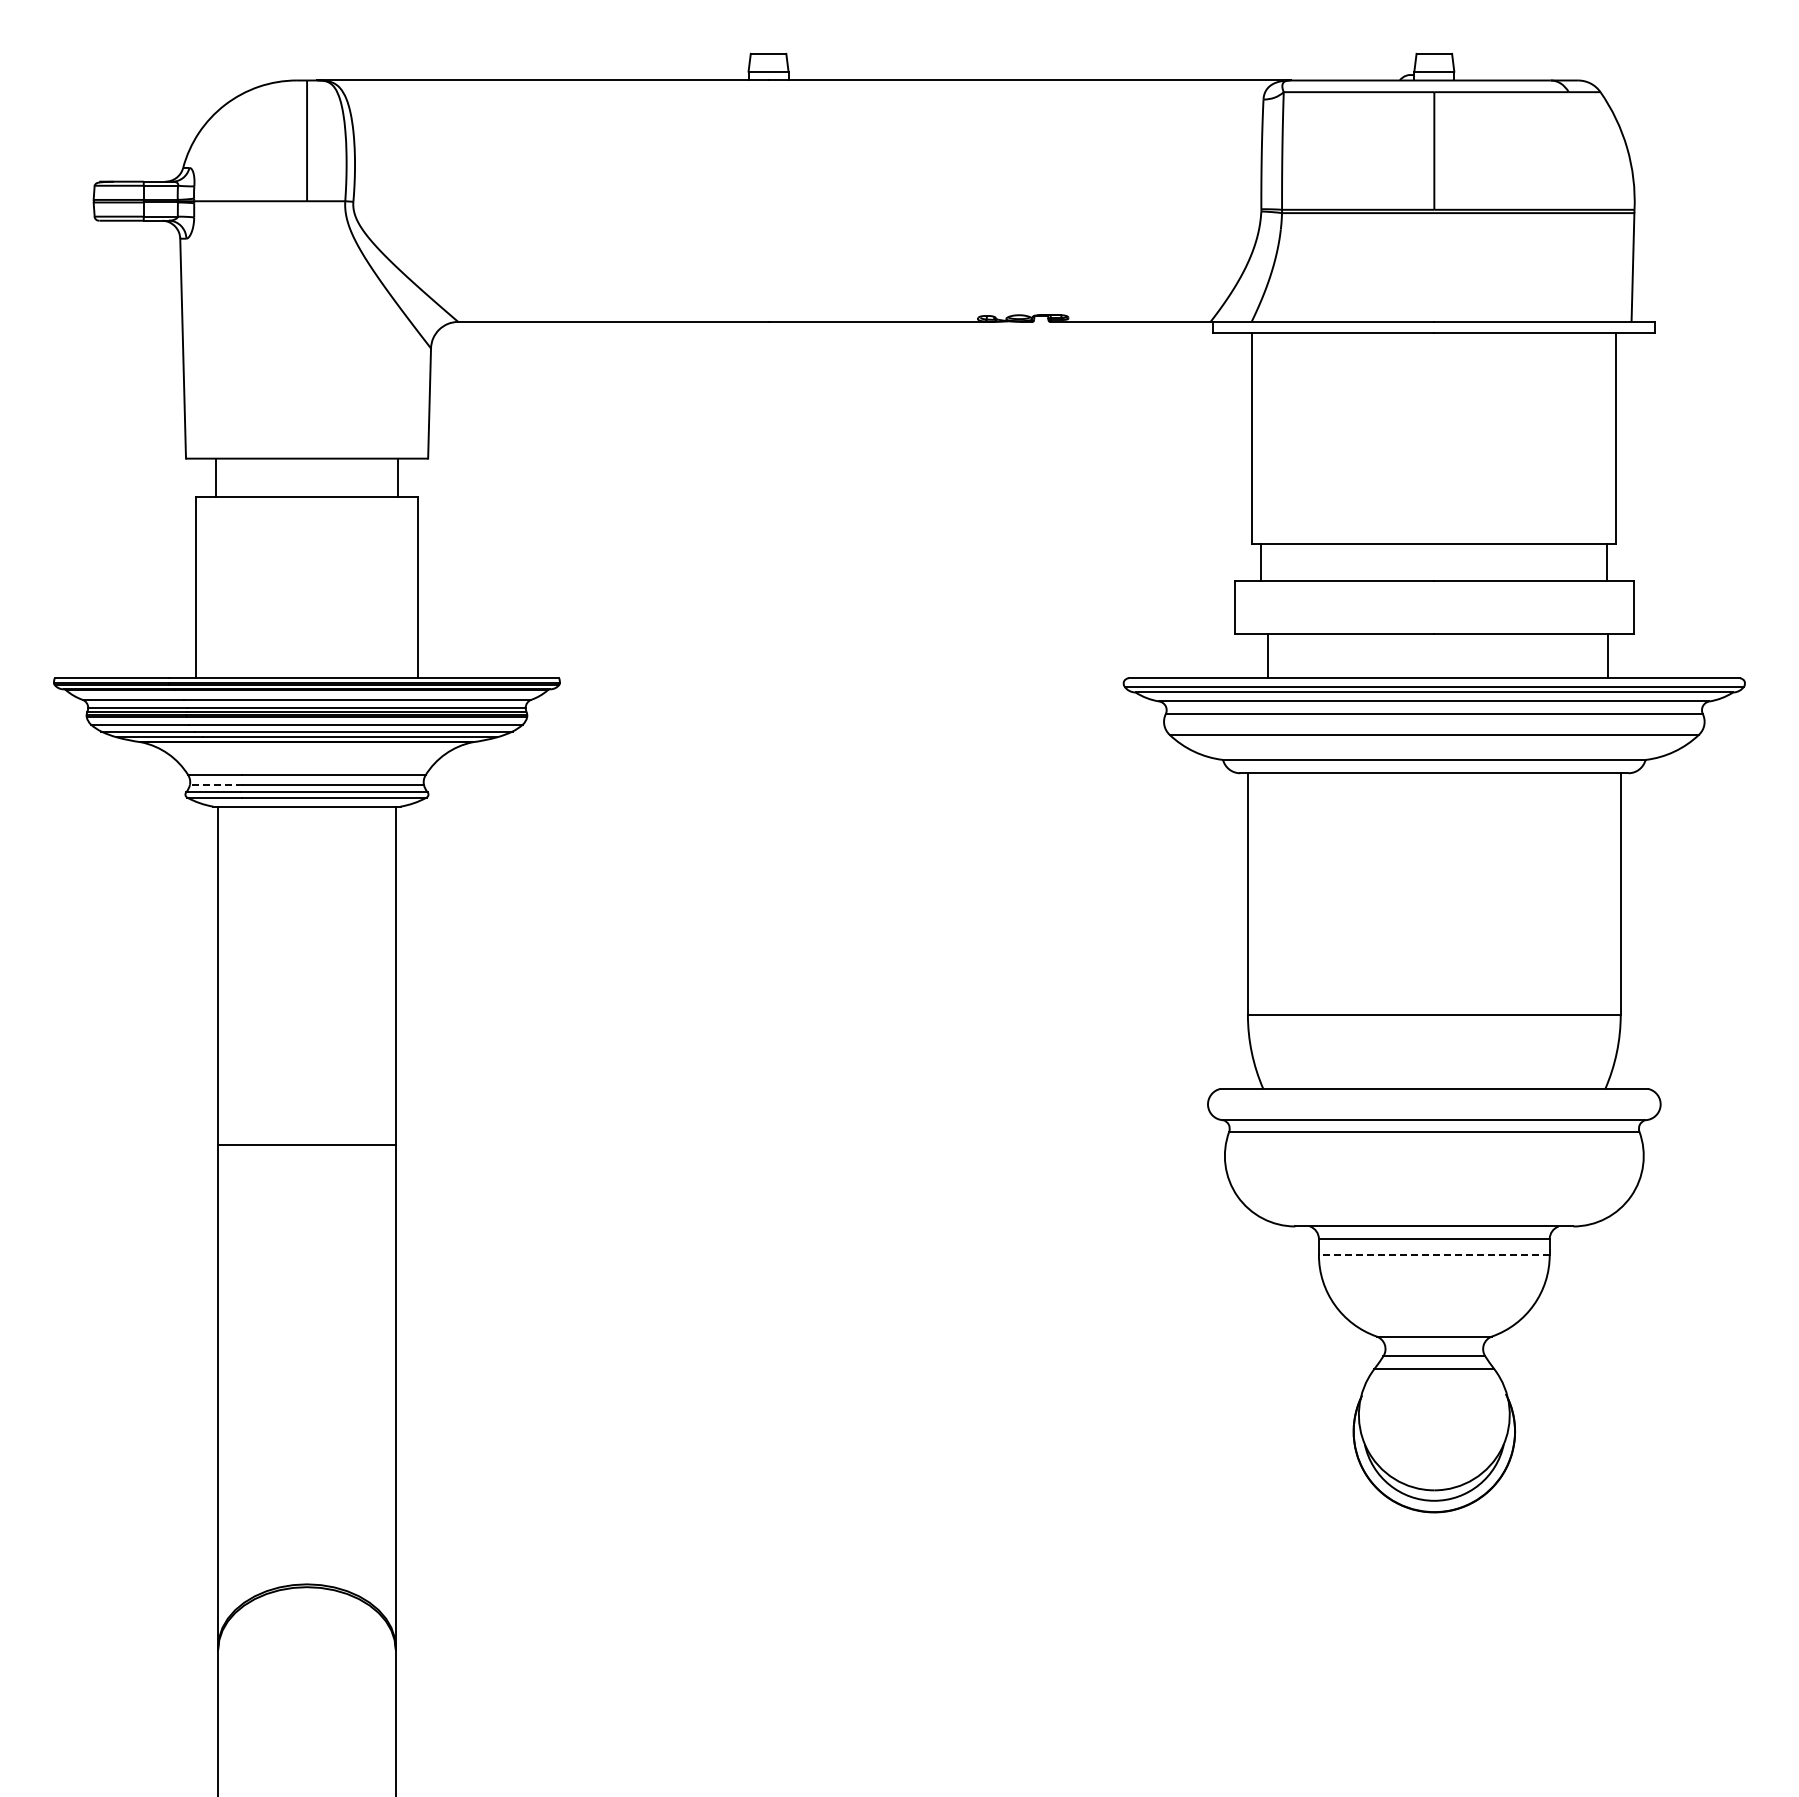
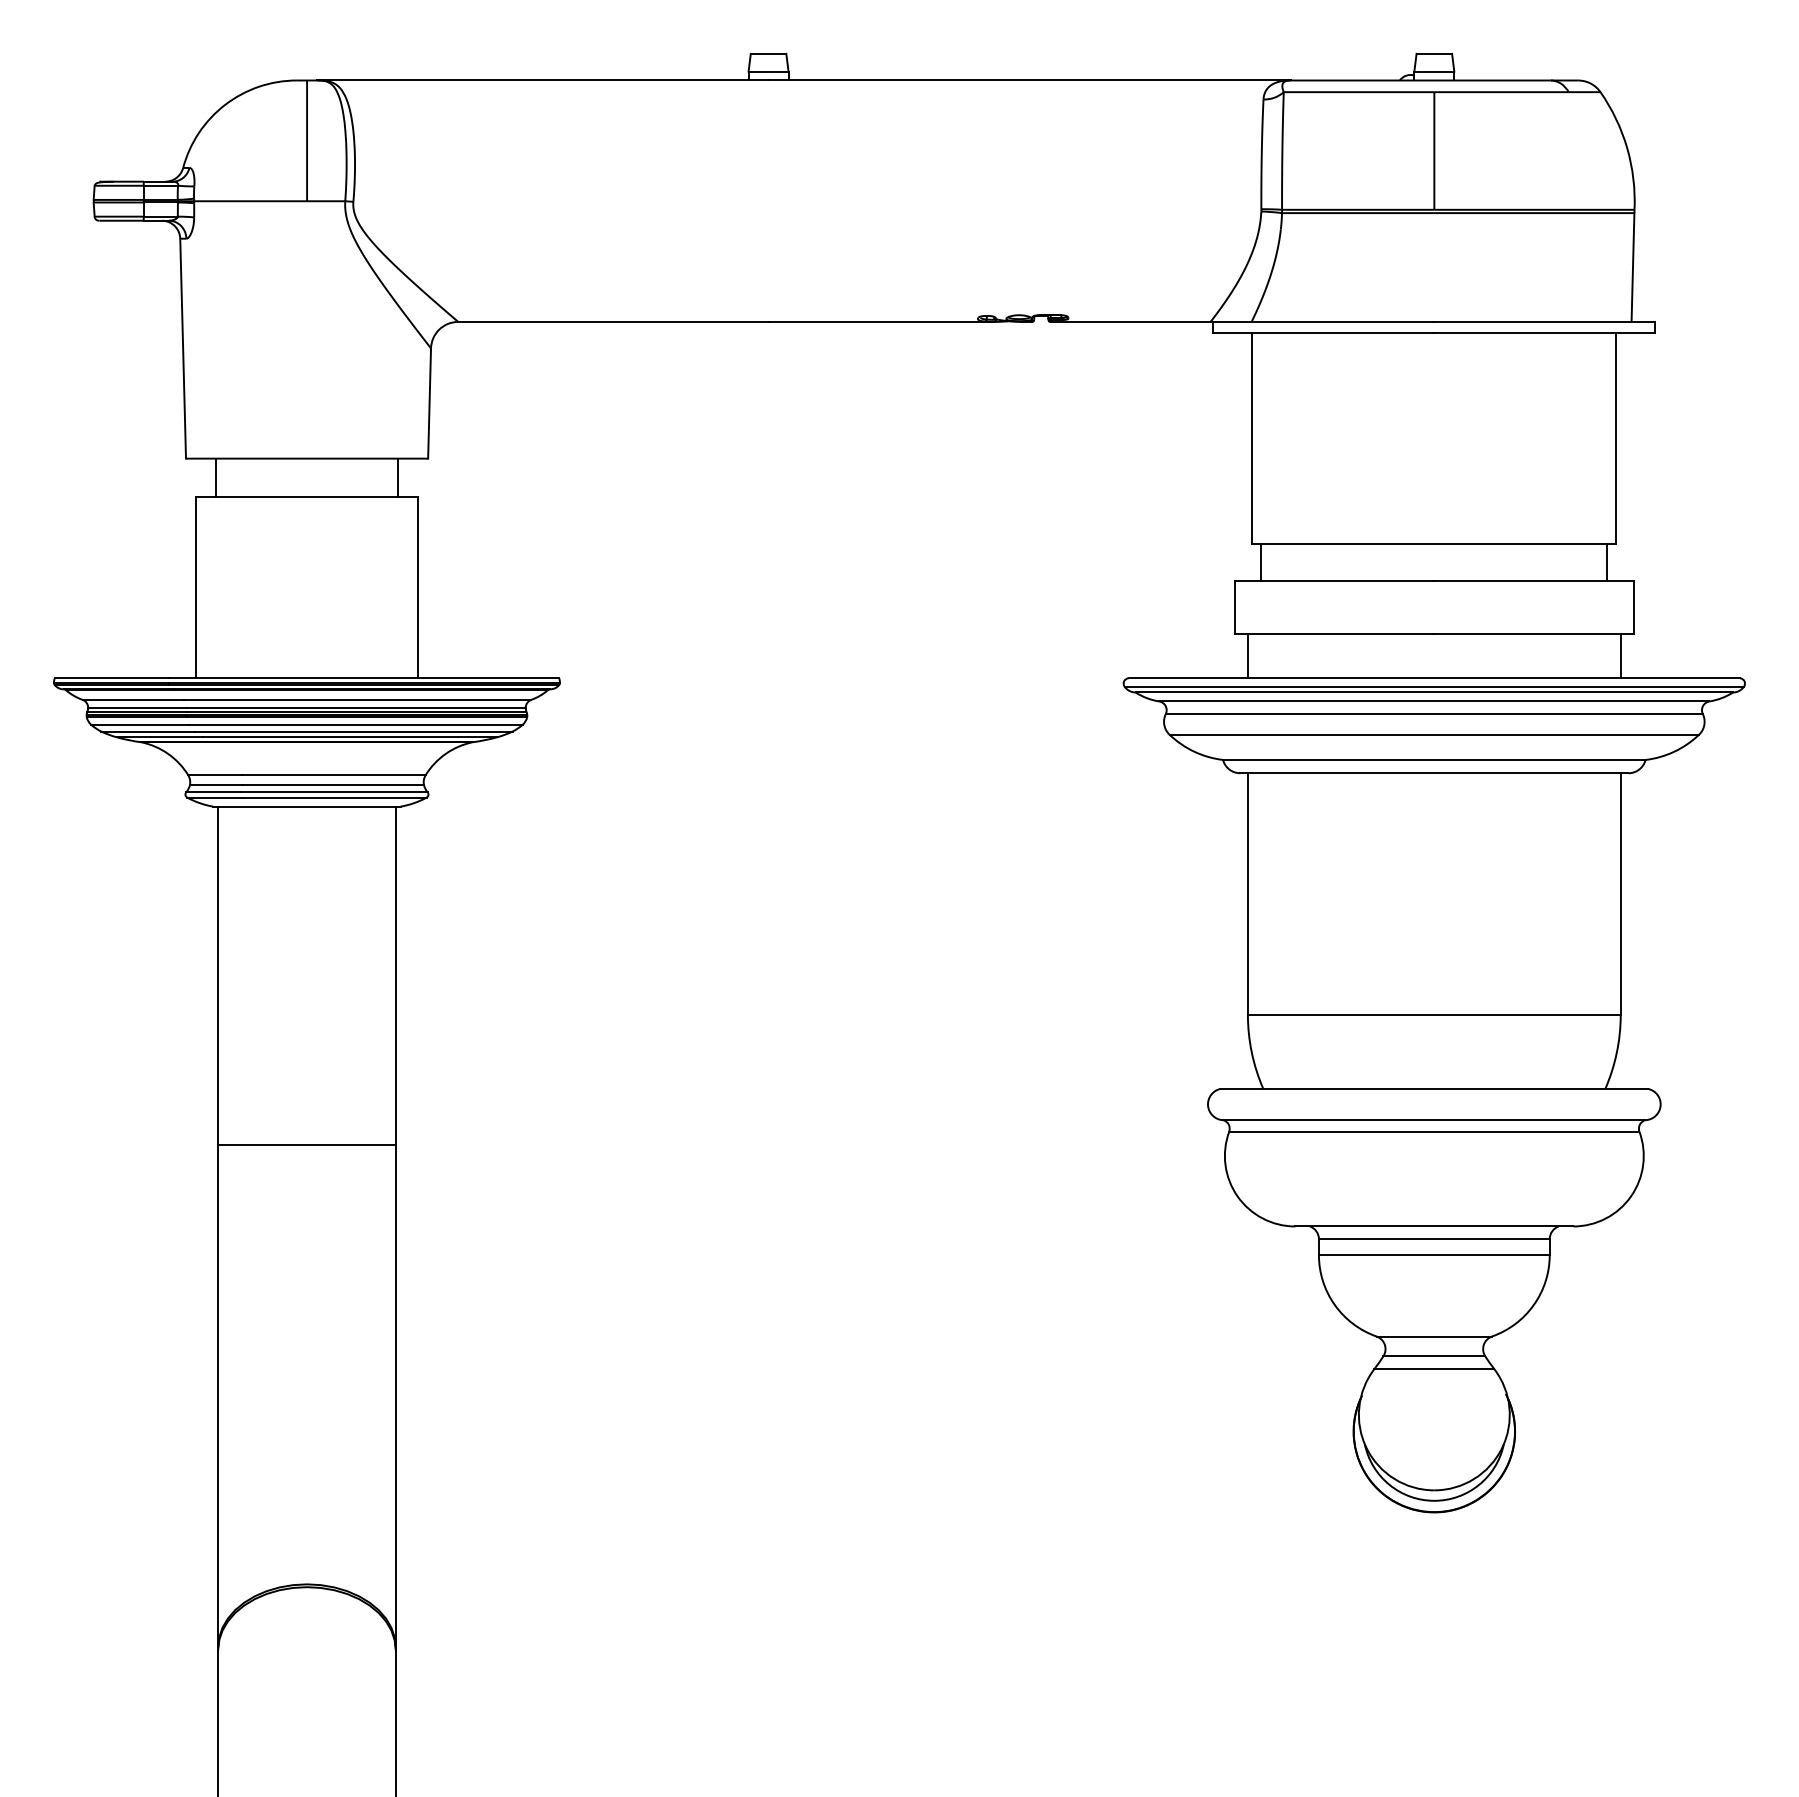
line at (1267, 655) position: (1267, 655) -> (1247, 655)
line at (1607, 655) position: (1607, 655) -> (1620, 655)
line at (216, 784): dashed -> solid
line at (1433, 1255): dashed -> solid
